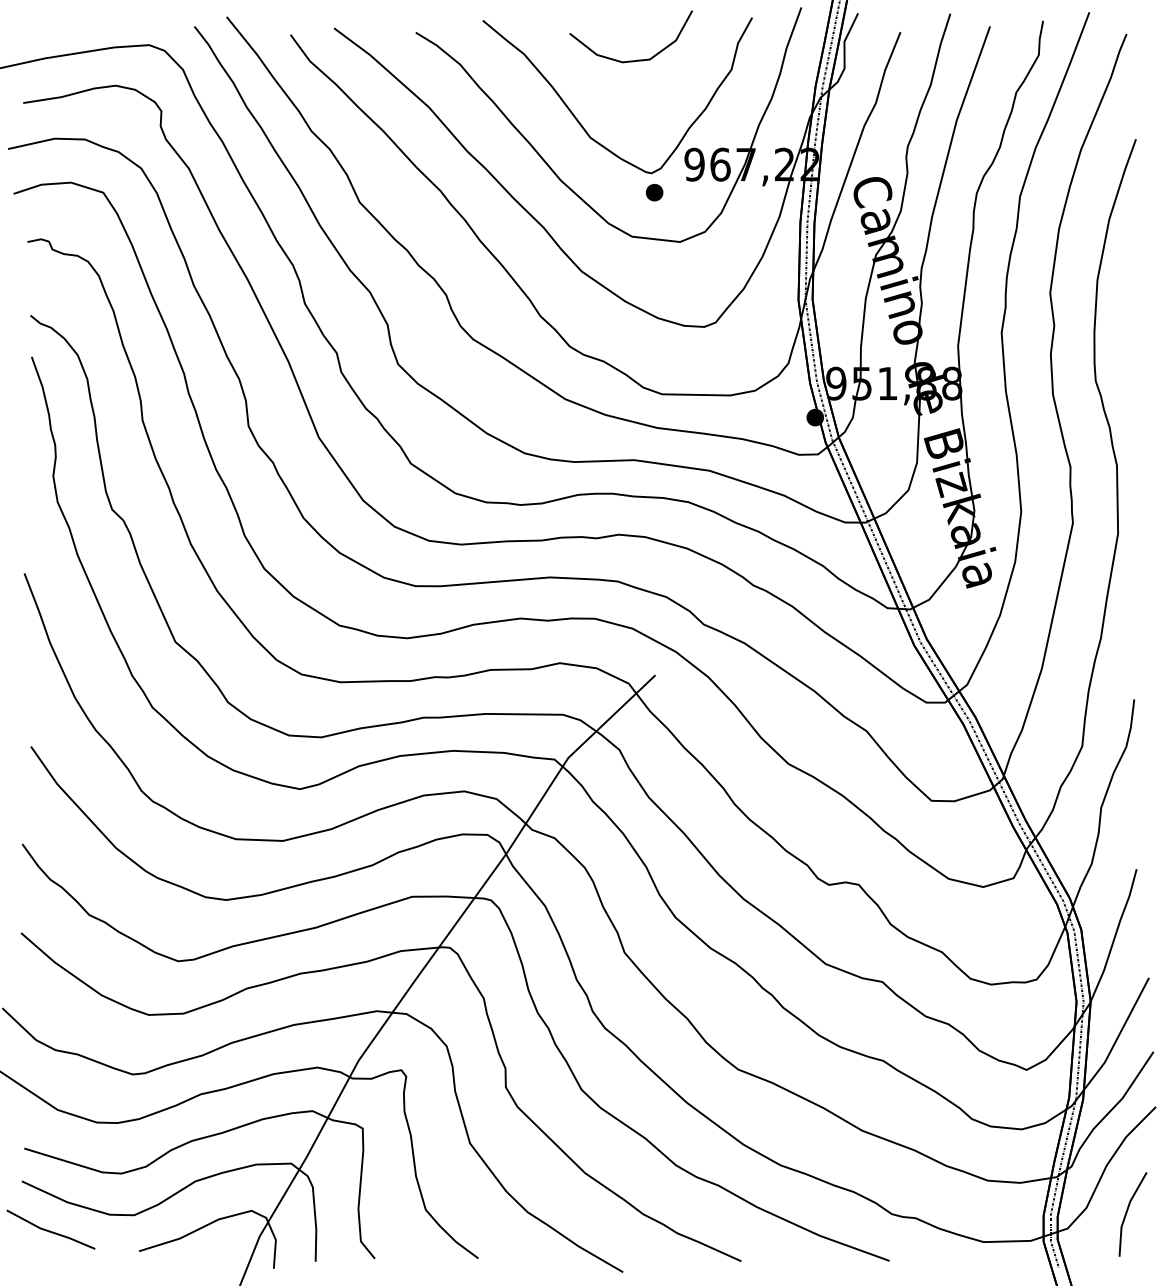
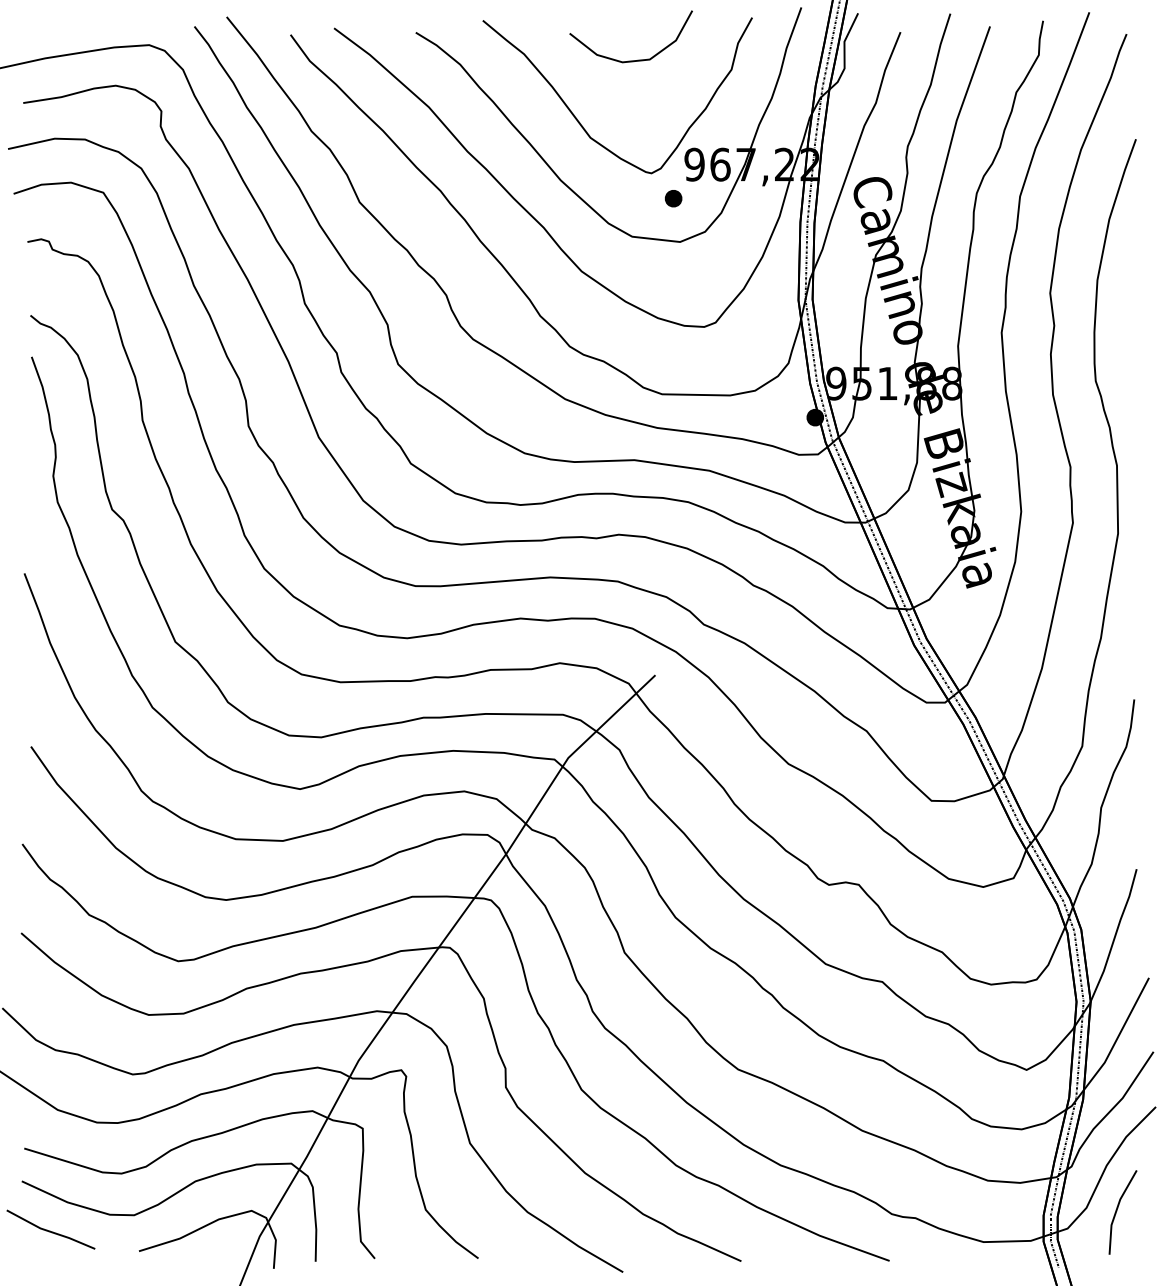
part at (654, 192) position: (654, 192) -> (673, 198)
line at (1127, 1213) position: (1127, 1213) -> (1117, 1211)
